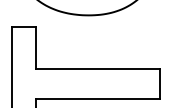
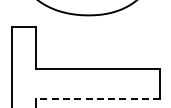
line at (97, 99): solid -> dashed
